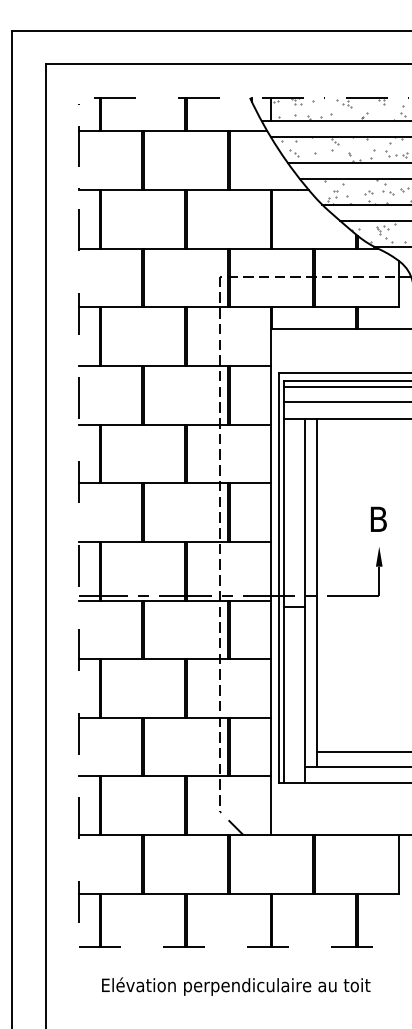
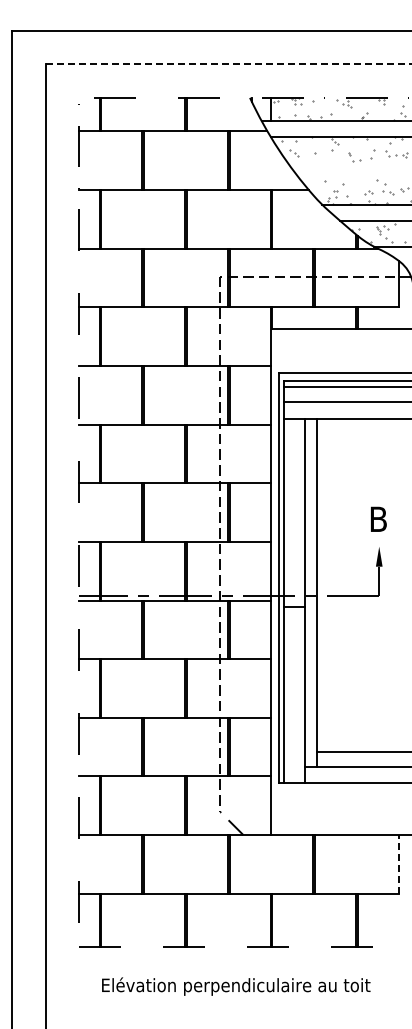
line at (228, 64): solid -> dashed
line at (347, 162): present -> none
line at (353, 178): present -> none
line at (398, 863): solid -> dashed
